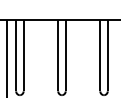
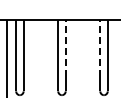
line at (65, 47): solid -> dashed
line at (100, 47): solid -> dashed
